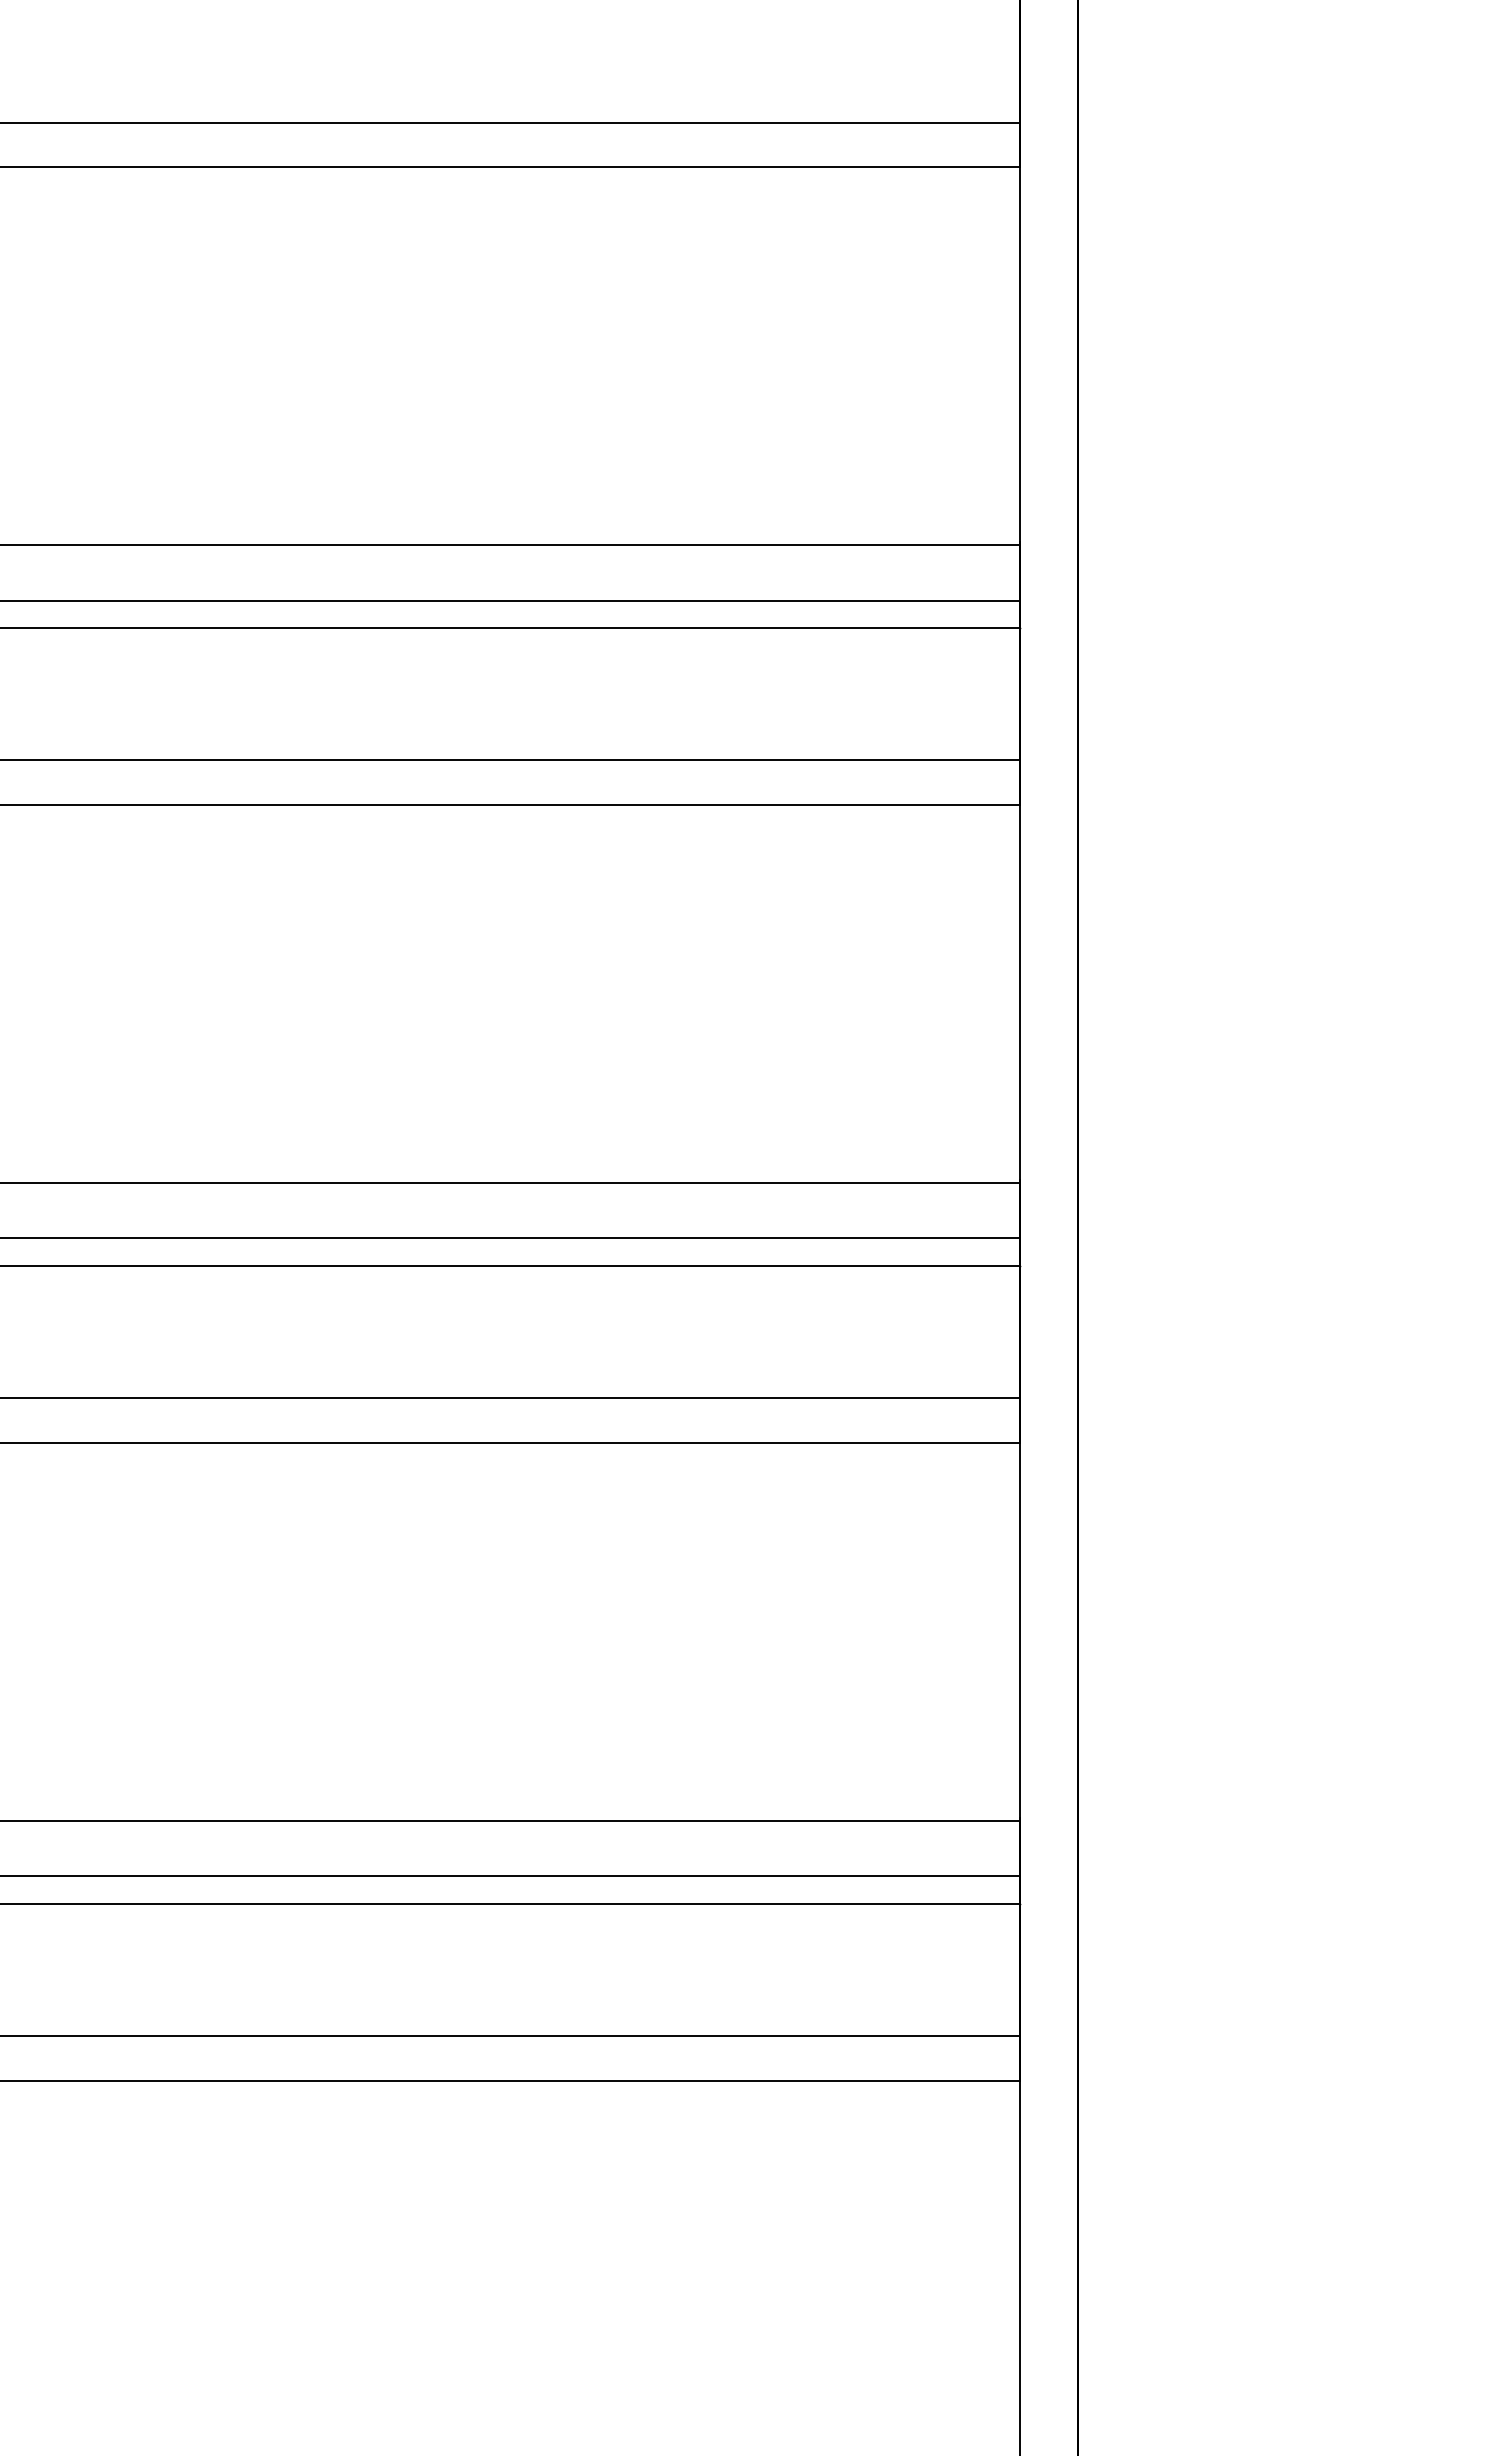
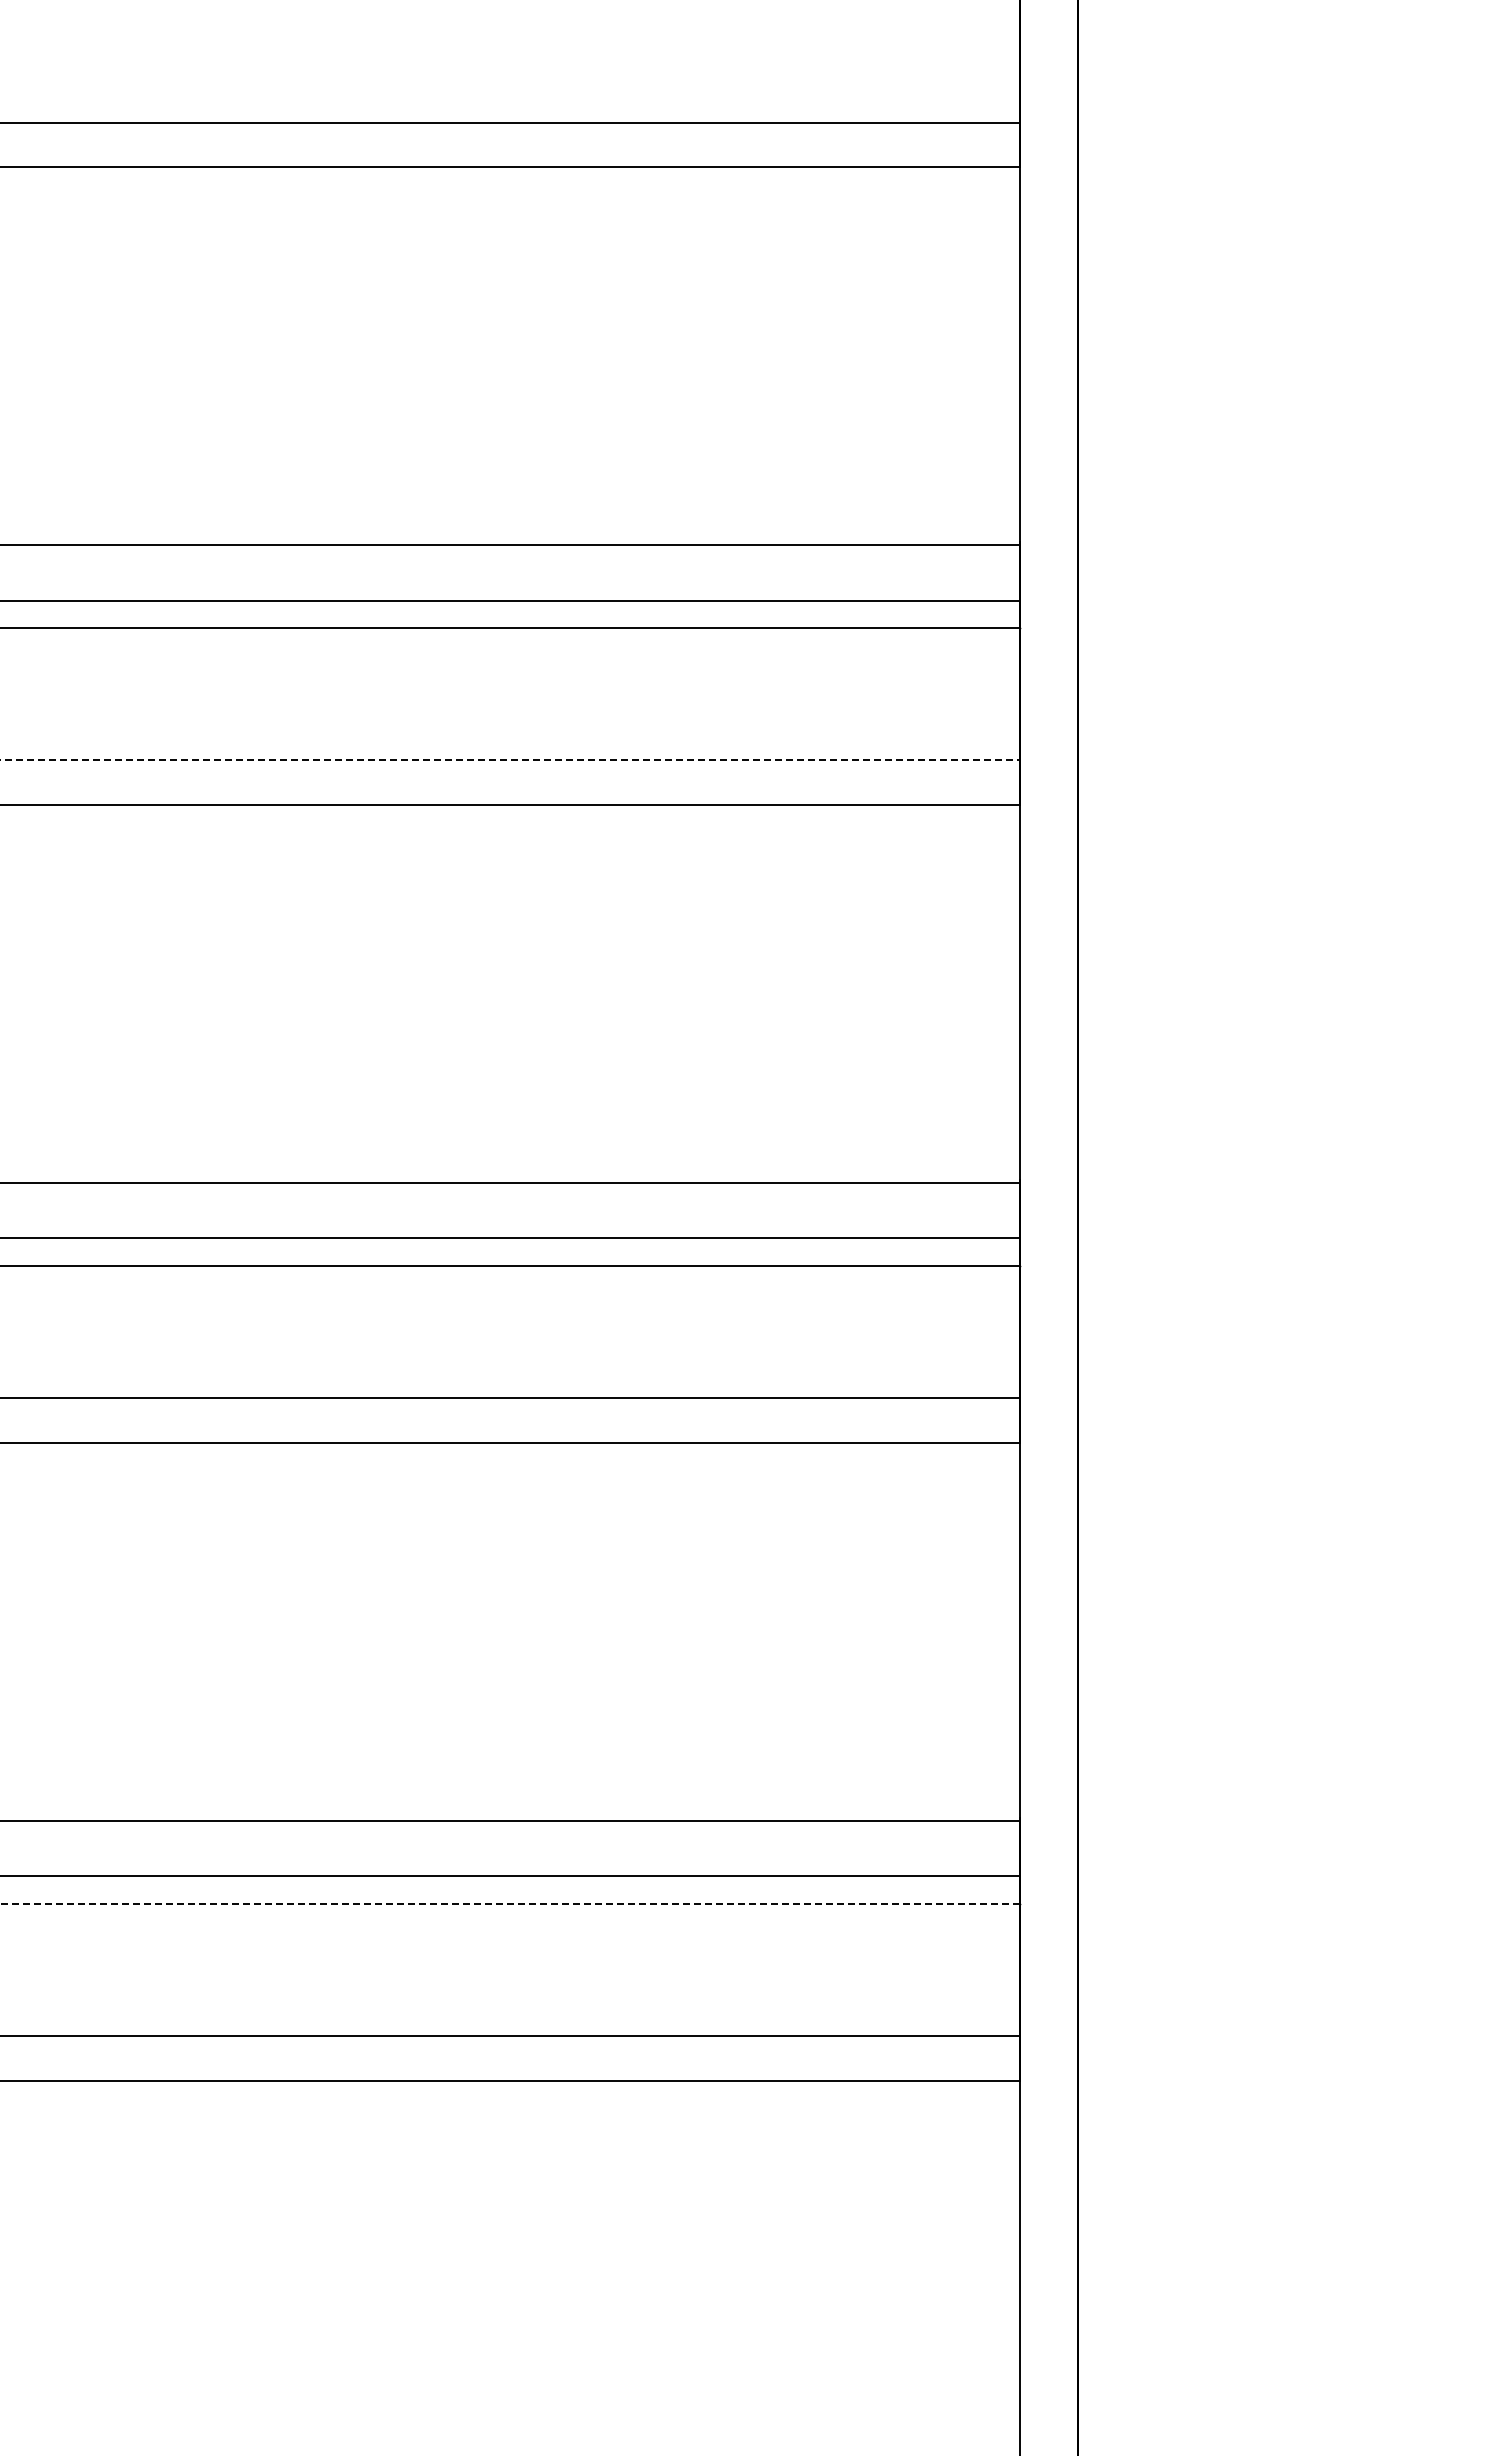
line at (511, 760): solid -> dashed
line at (509, 1903): solid -> dashed
